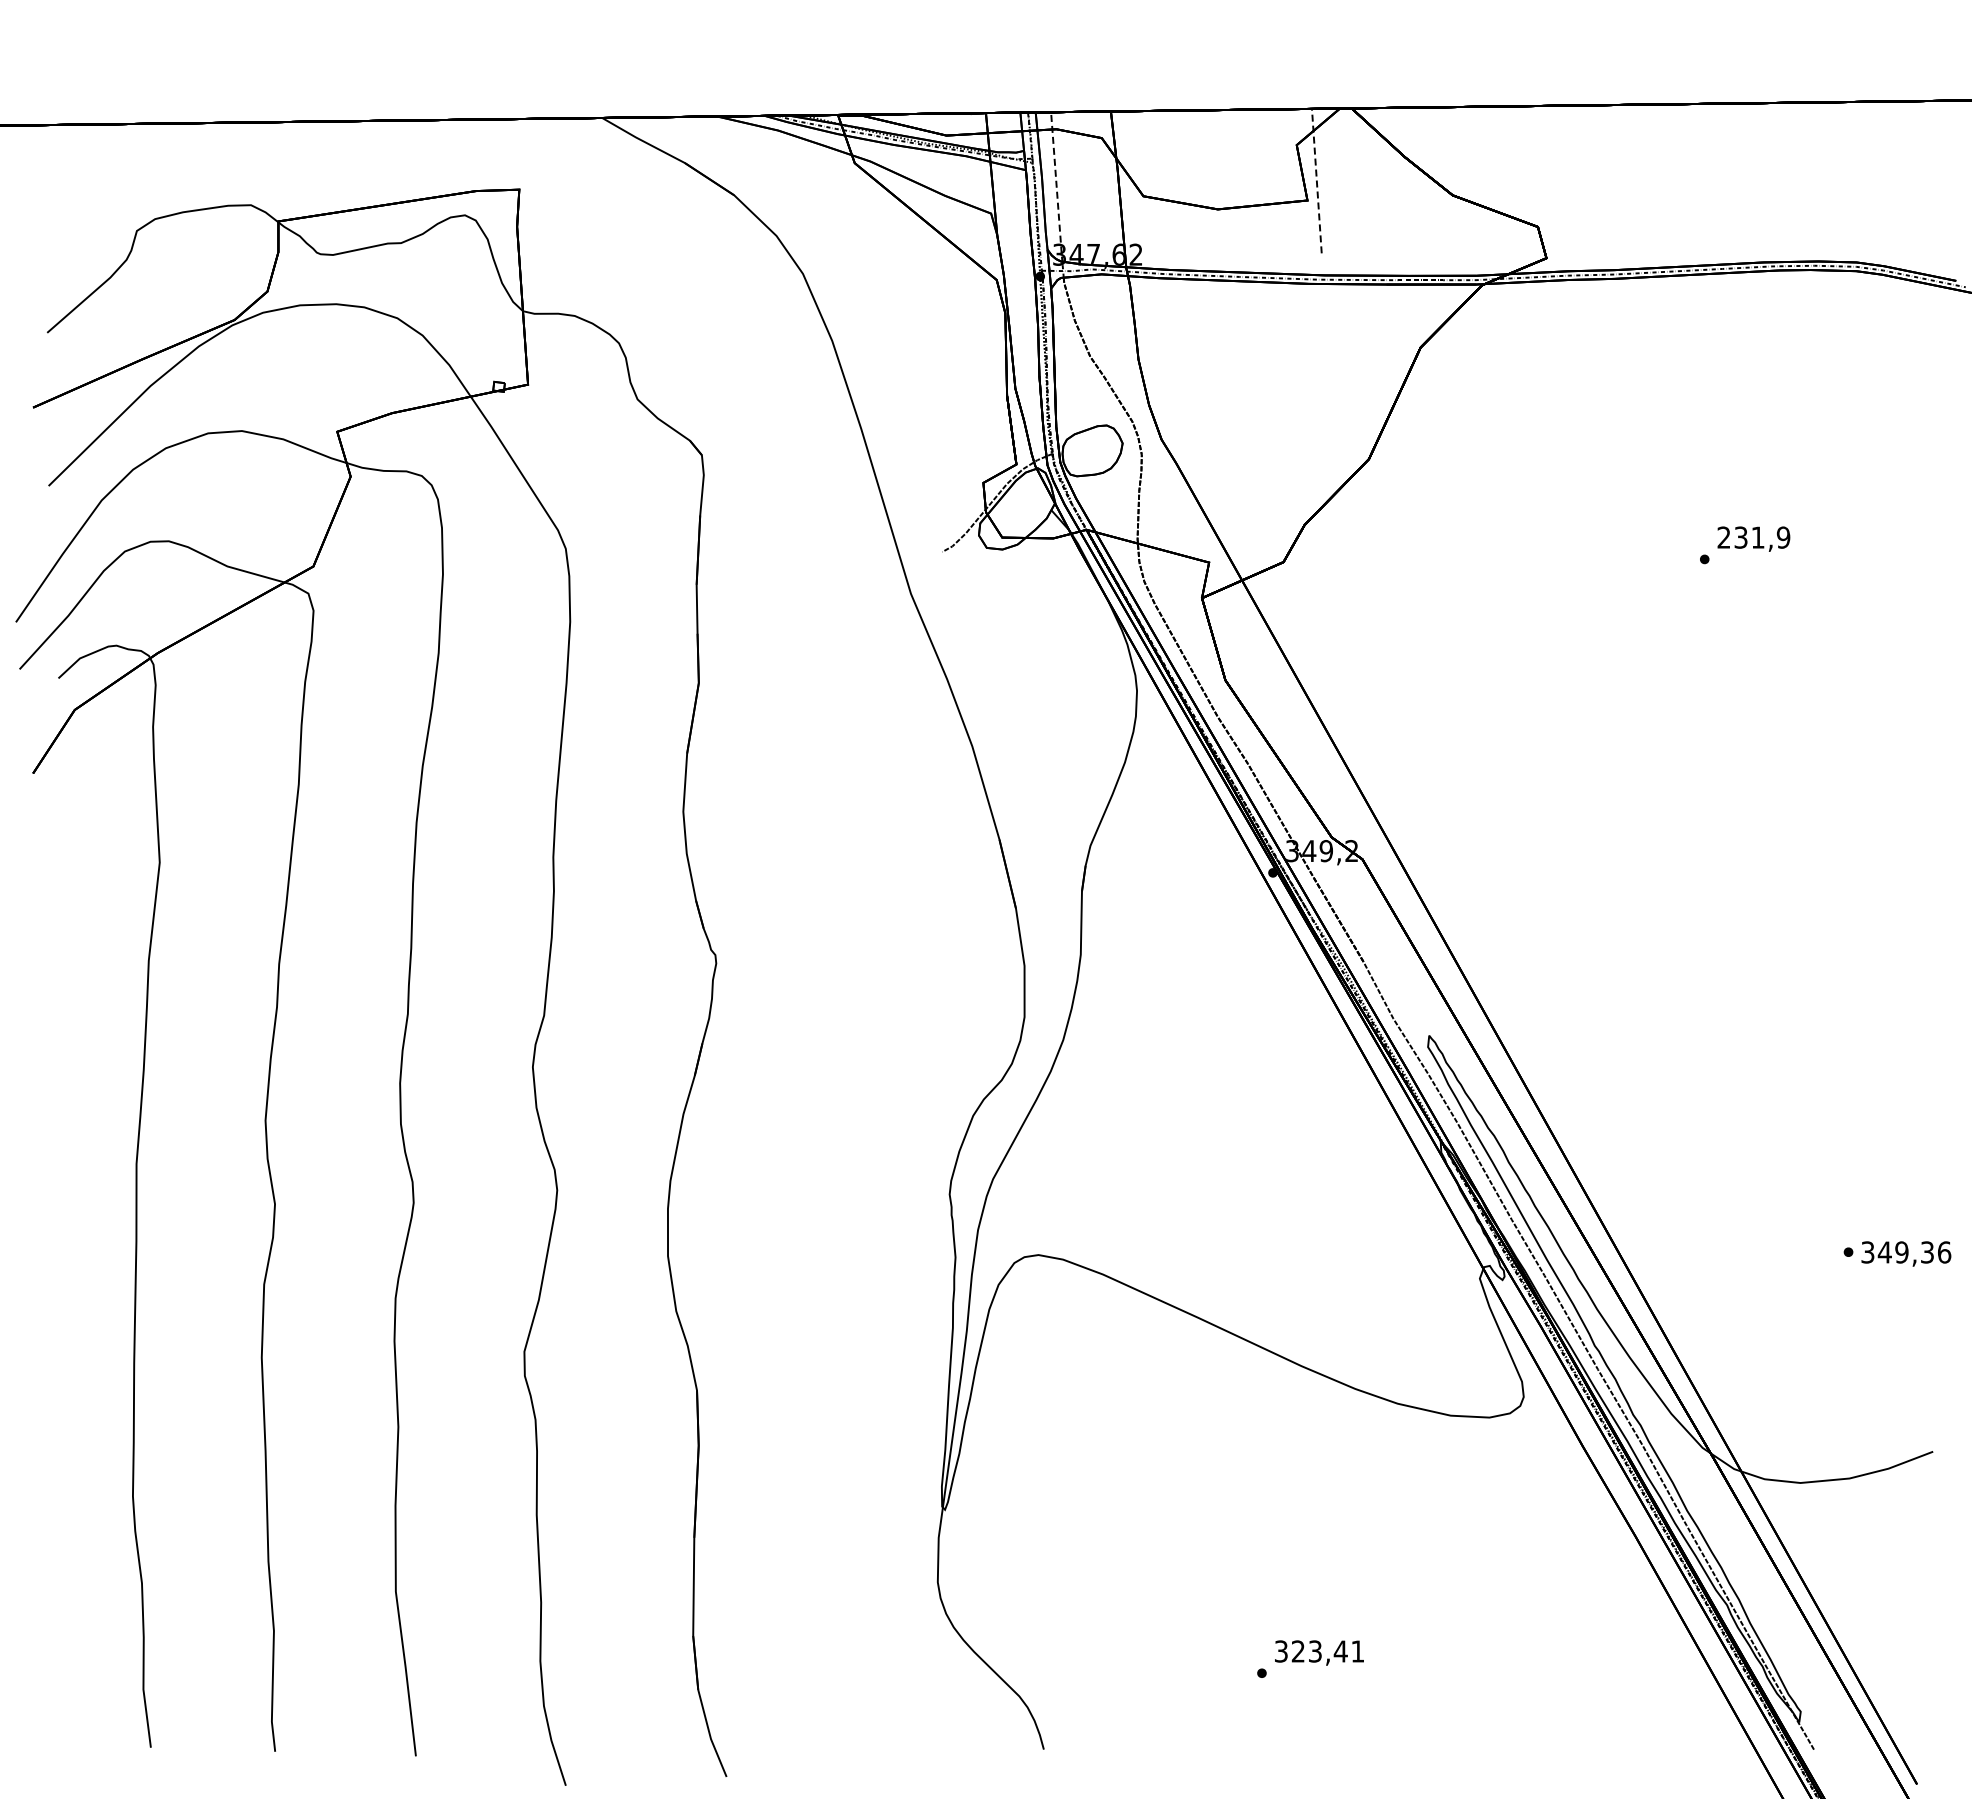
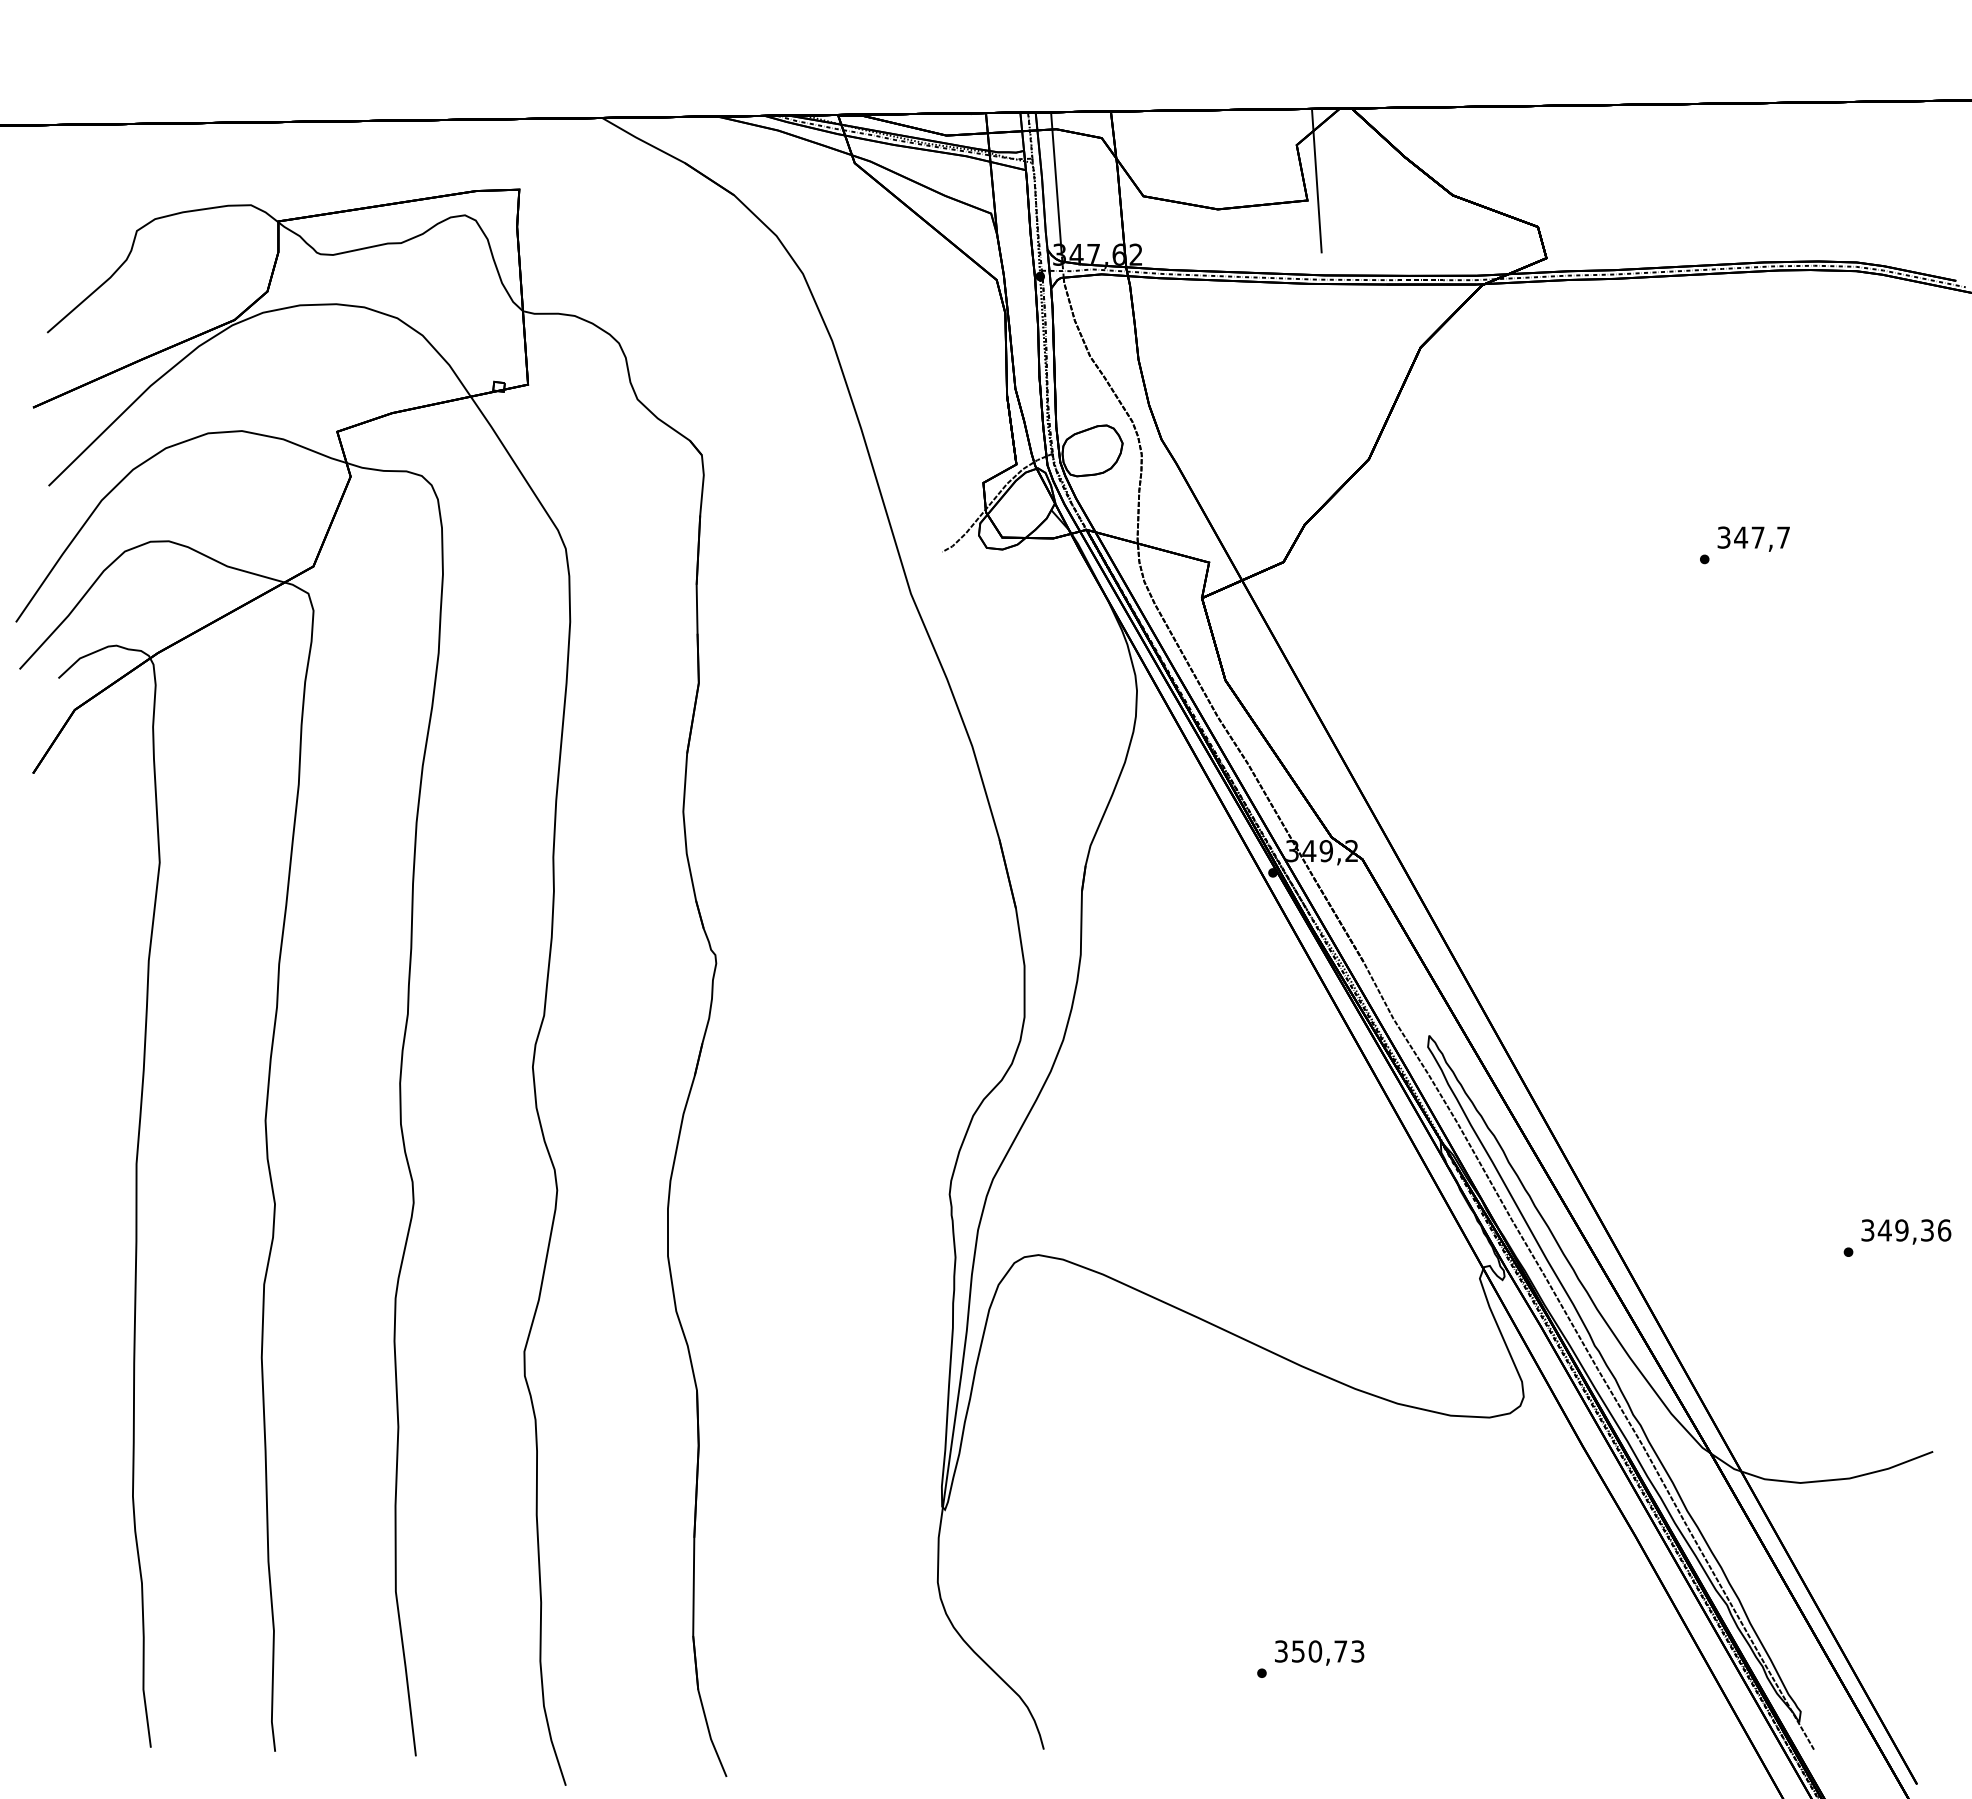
line at (1316, 180): dashed -> solid
line at (1056, 182): dashed -> solid
text at (1753, 537): 231,9 -> 347,7
text at (1906, 1253) position: (1906, 1253) -> (1906, 1231)
text at (1327, 1651): 323,41 -> 350,73
